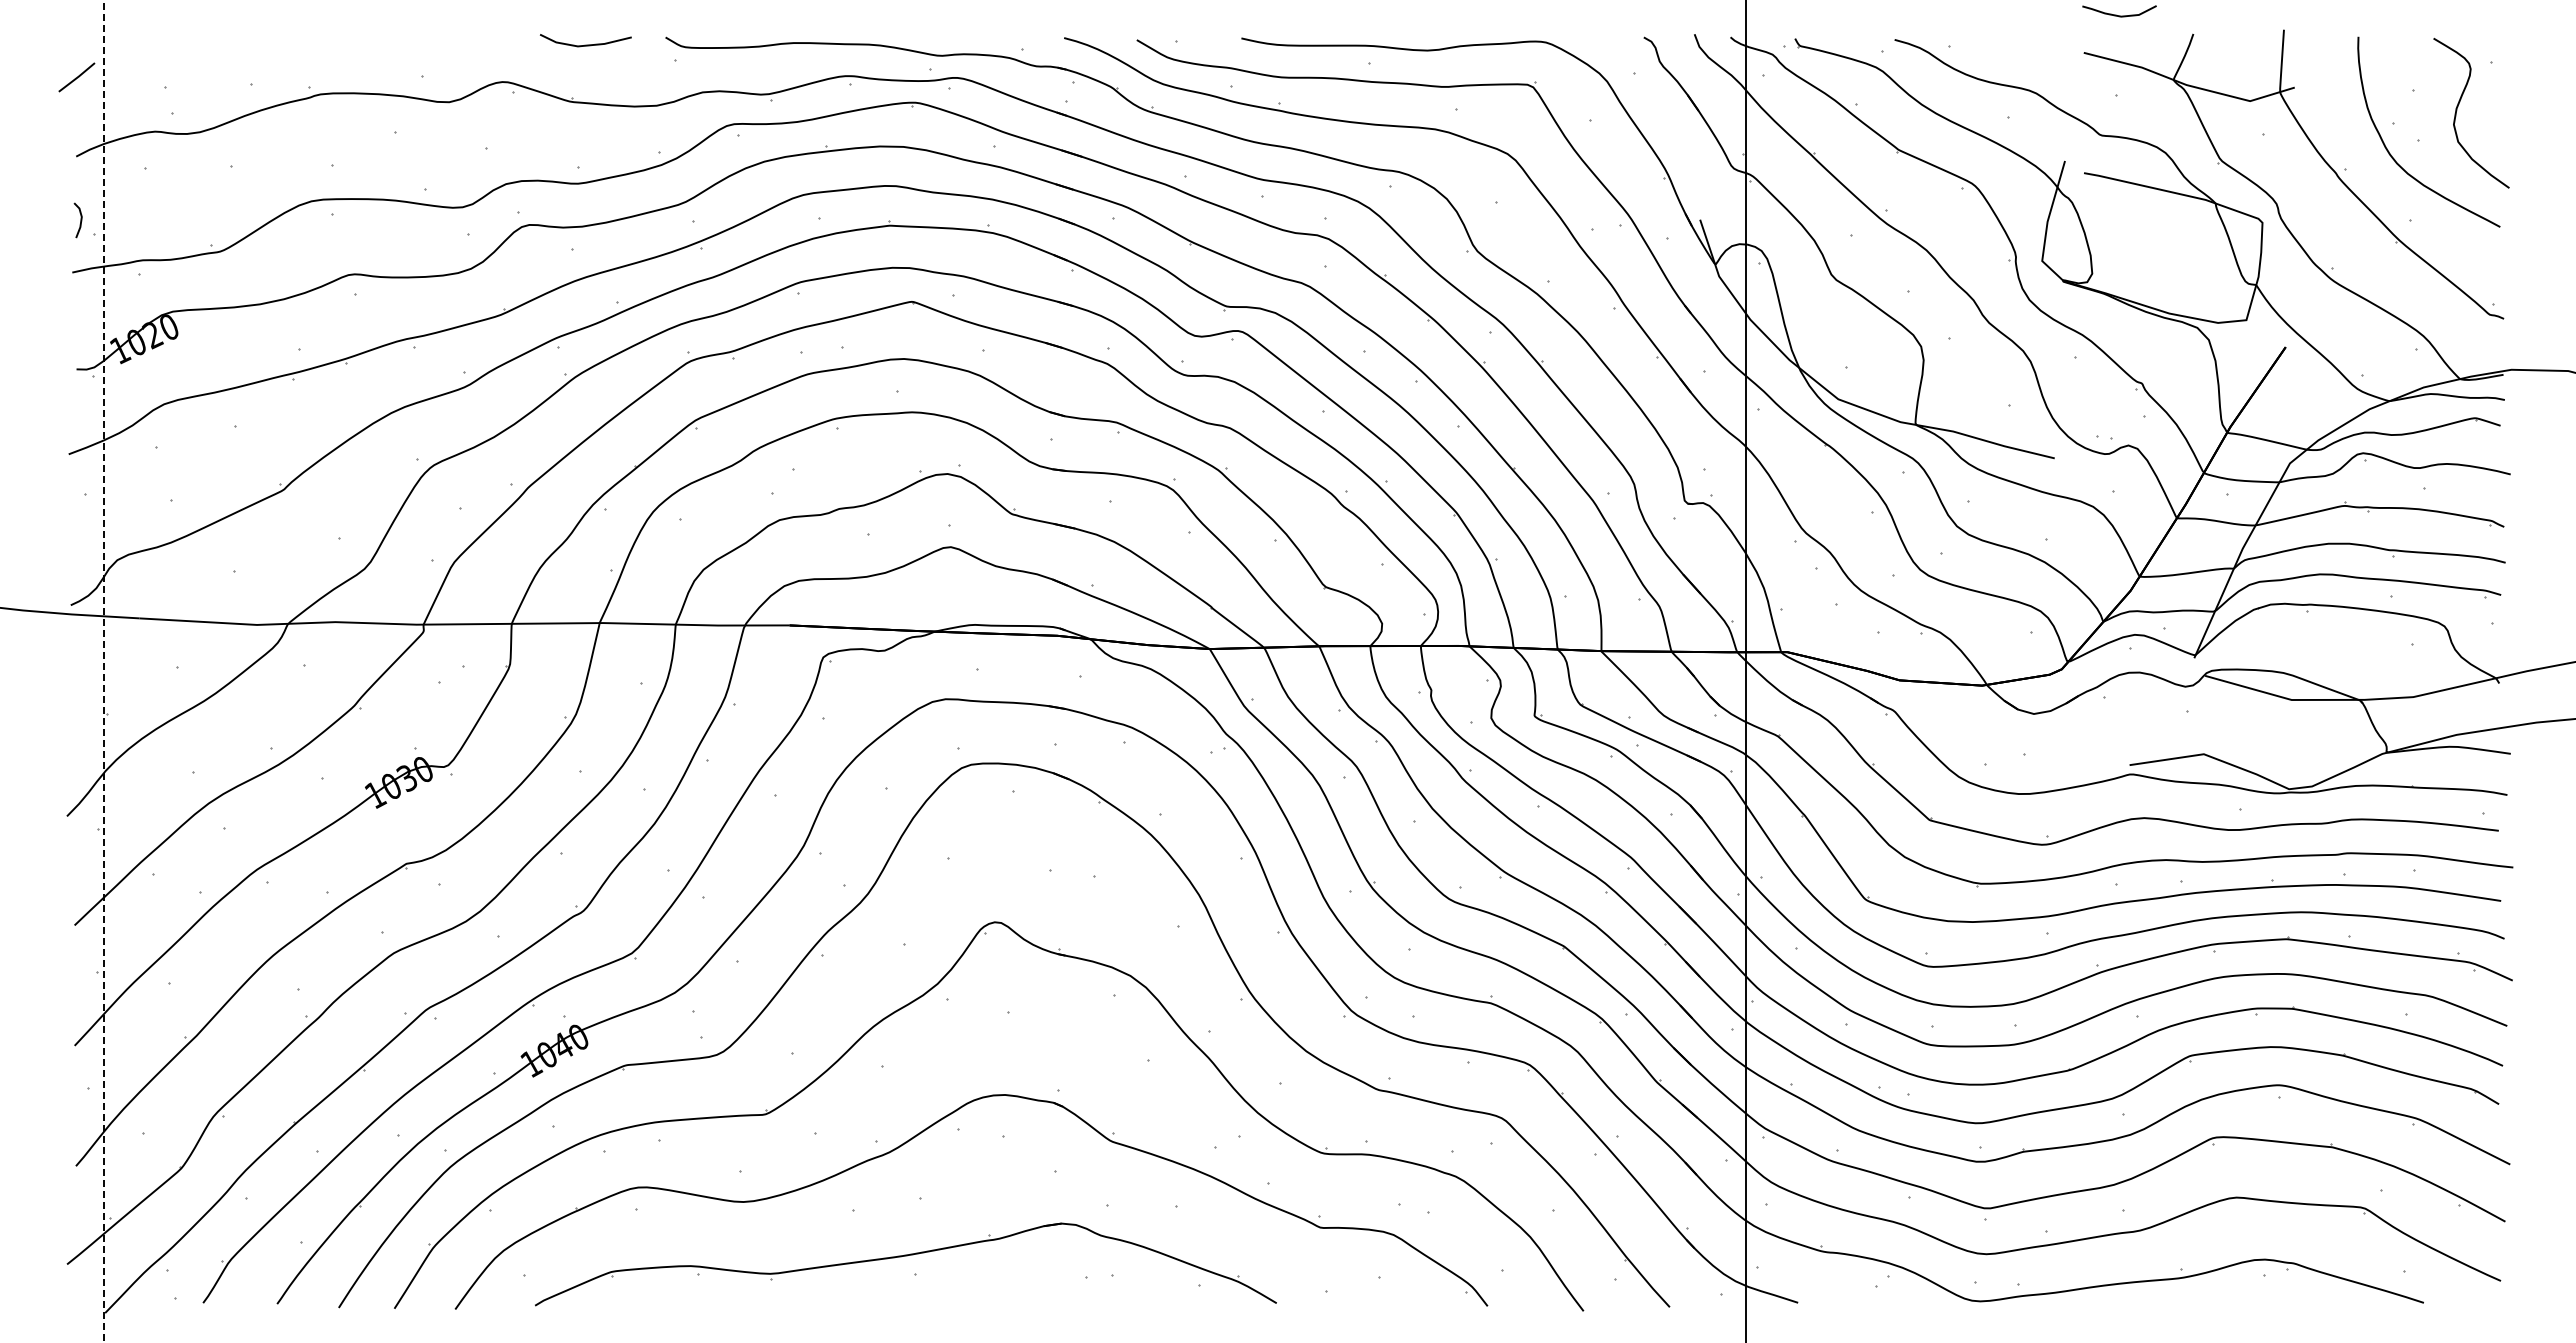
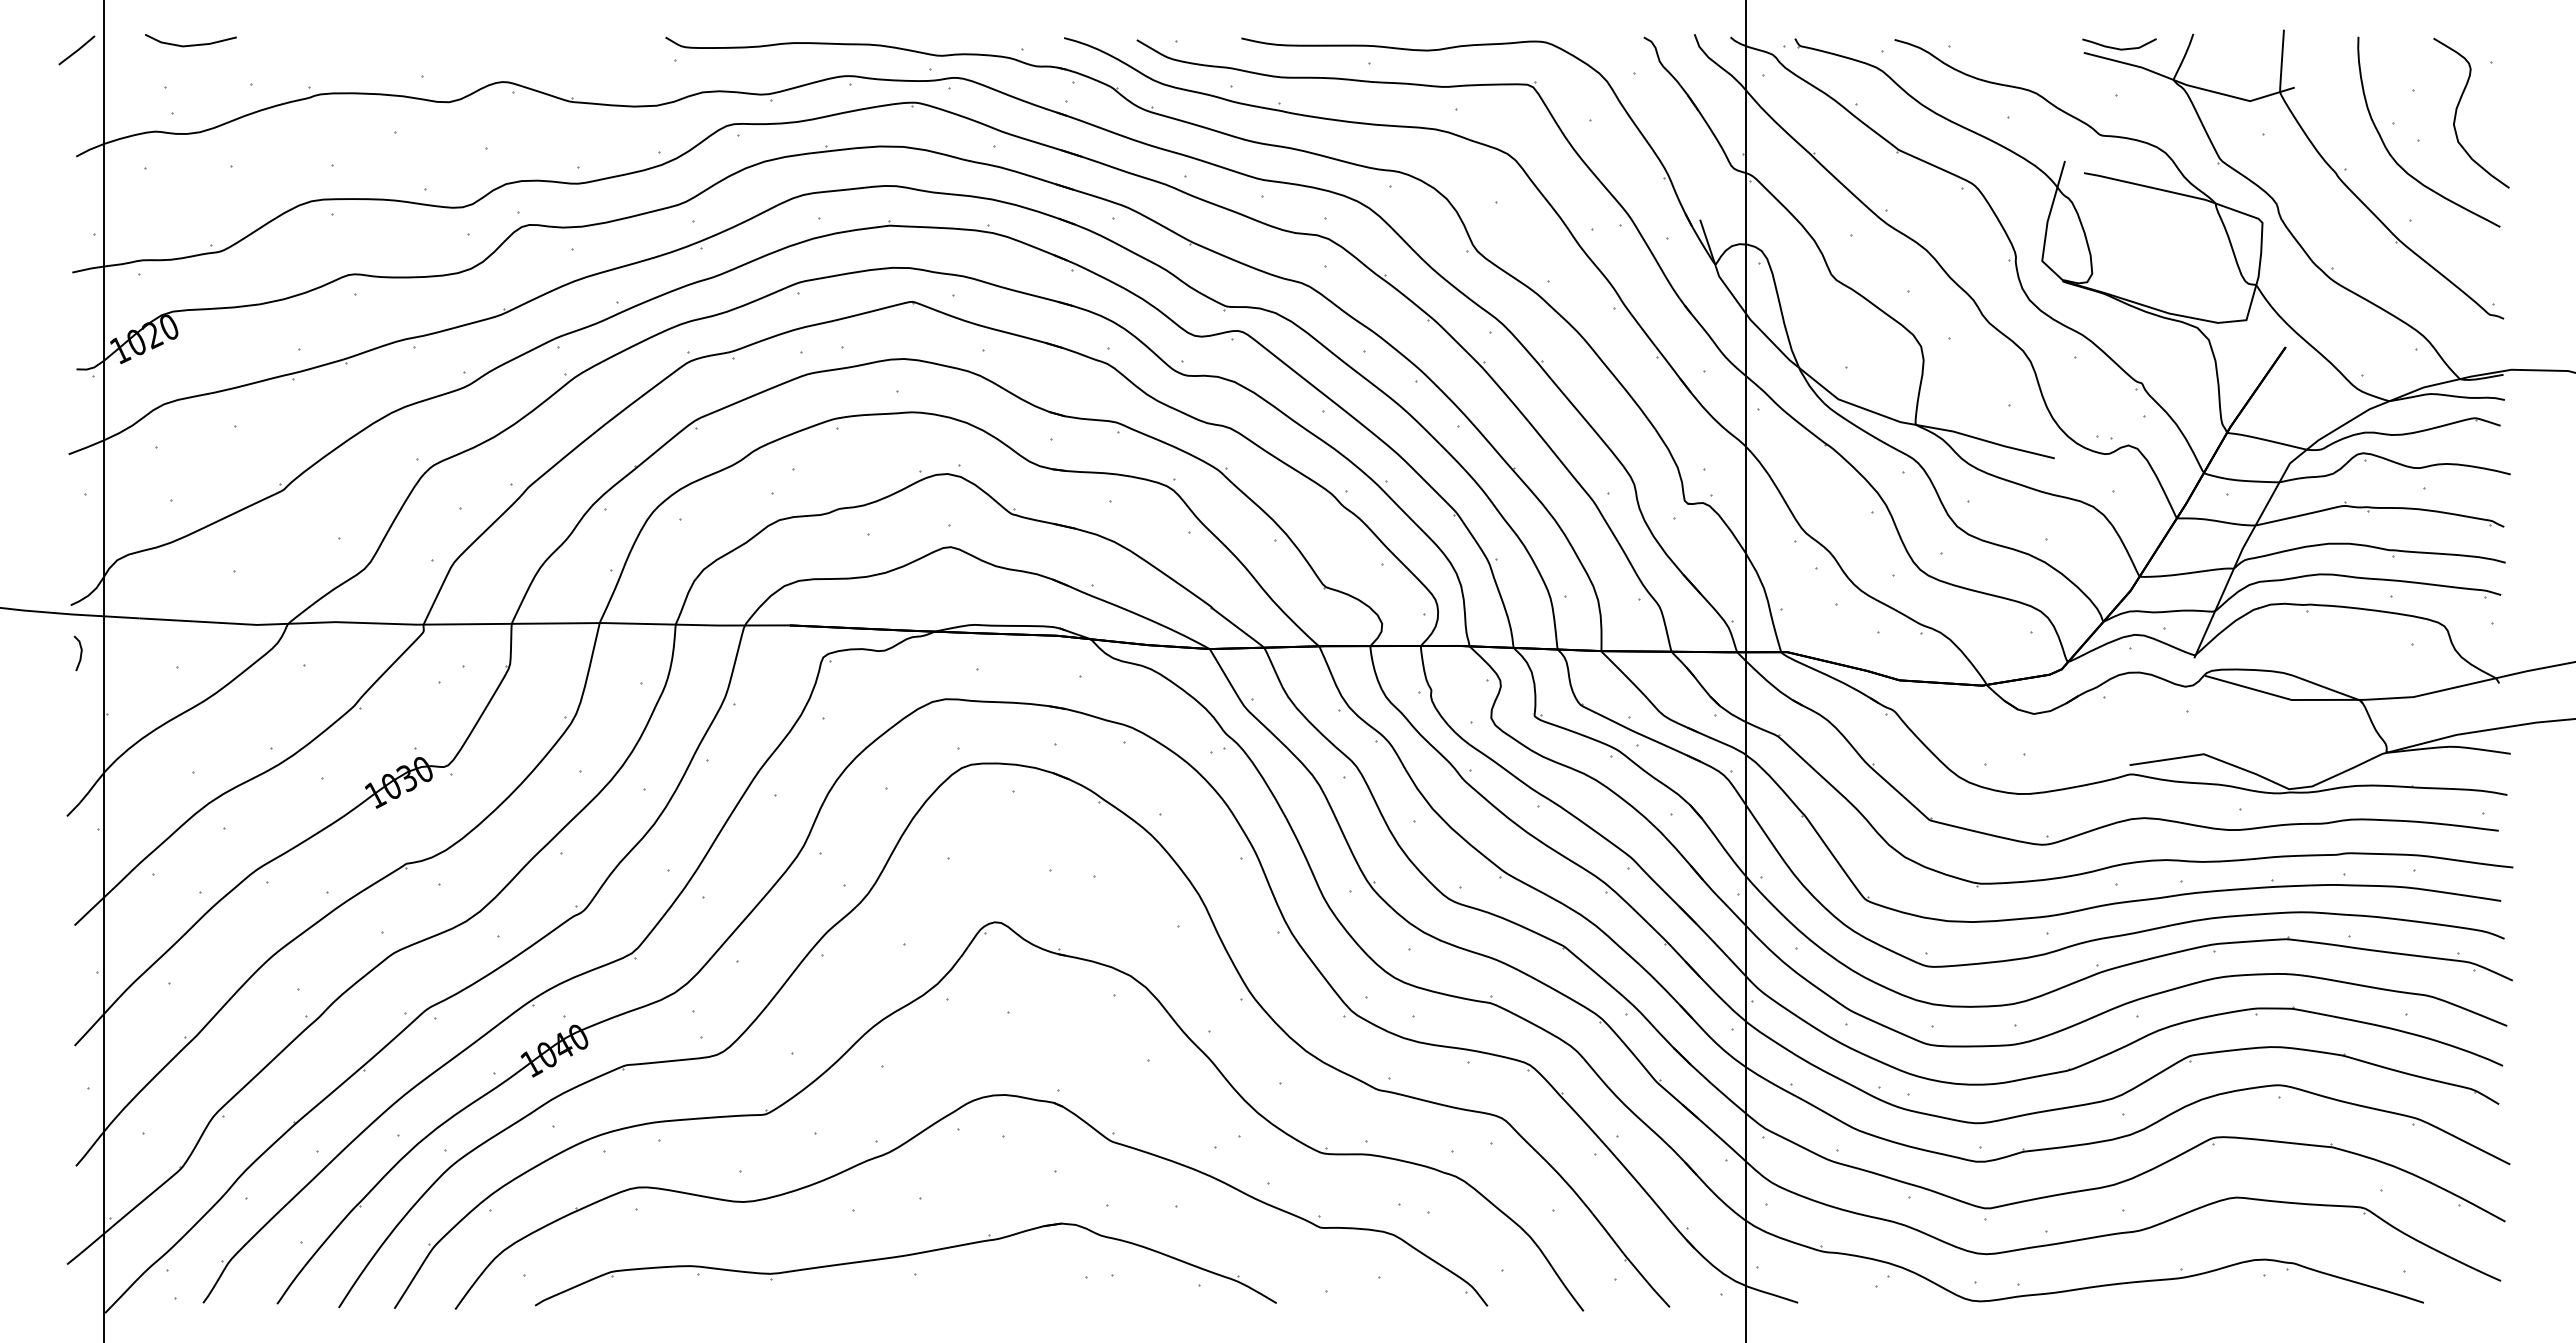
curve at (2119, 15) position: (2119, 15) -> (2119, 48)
line at (585, 44) position: (585, 44) -> (190, 44)
line at (76, 77) position: (76, 77) -> (76, 50)
line at (80, 220) position: (80, 220) -> (80, 653)
line at (103, 671): dashed -> solid
